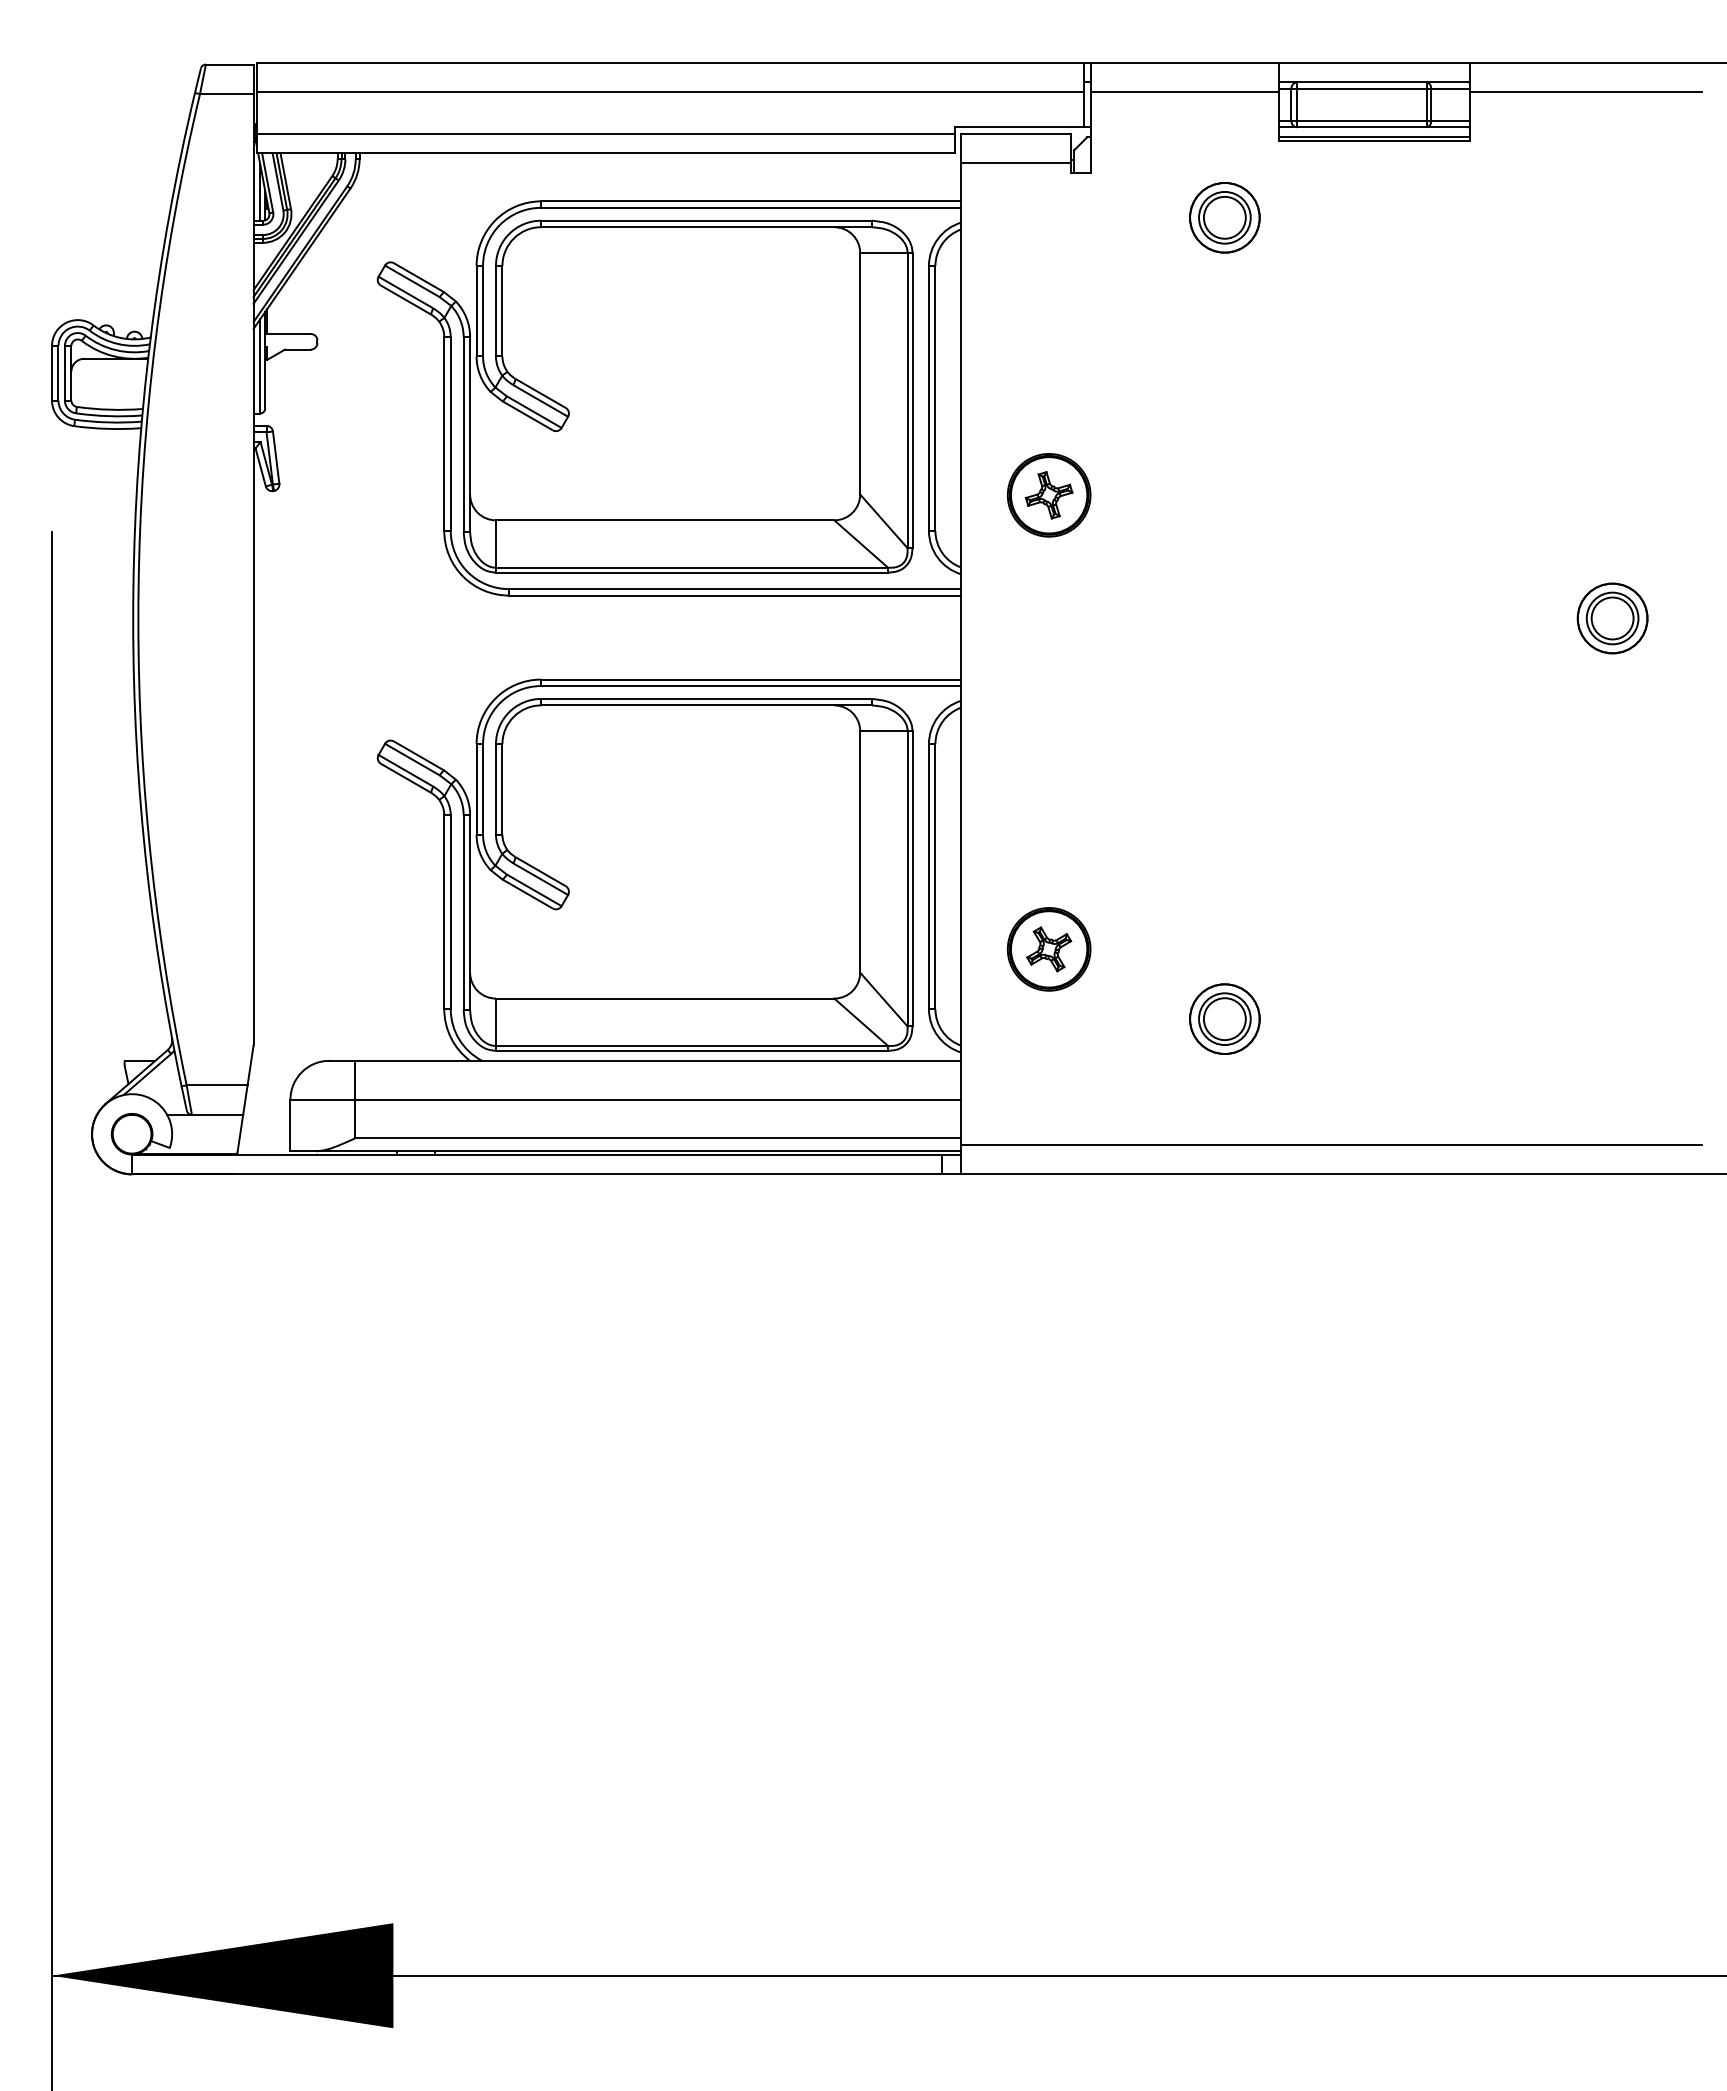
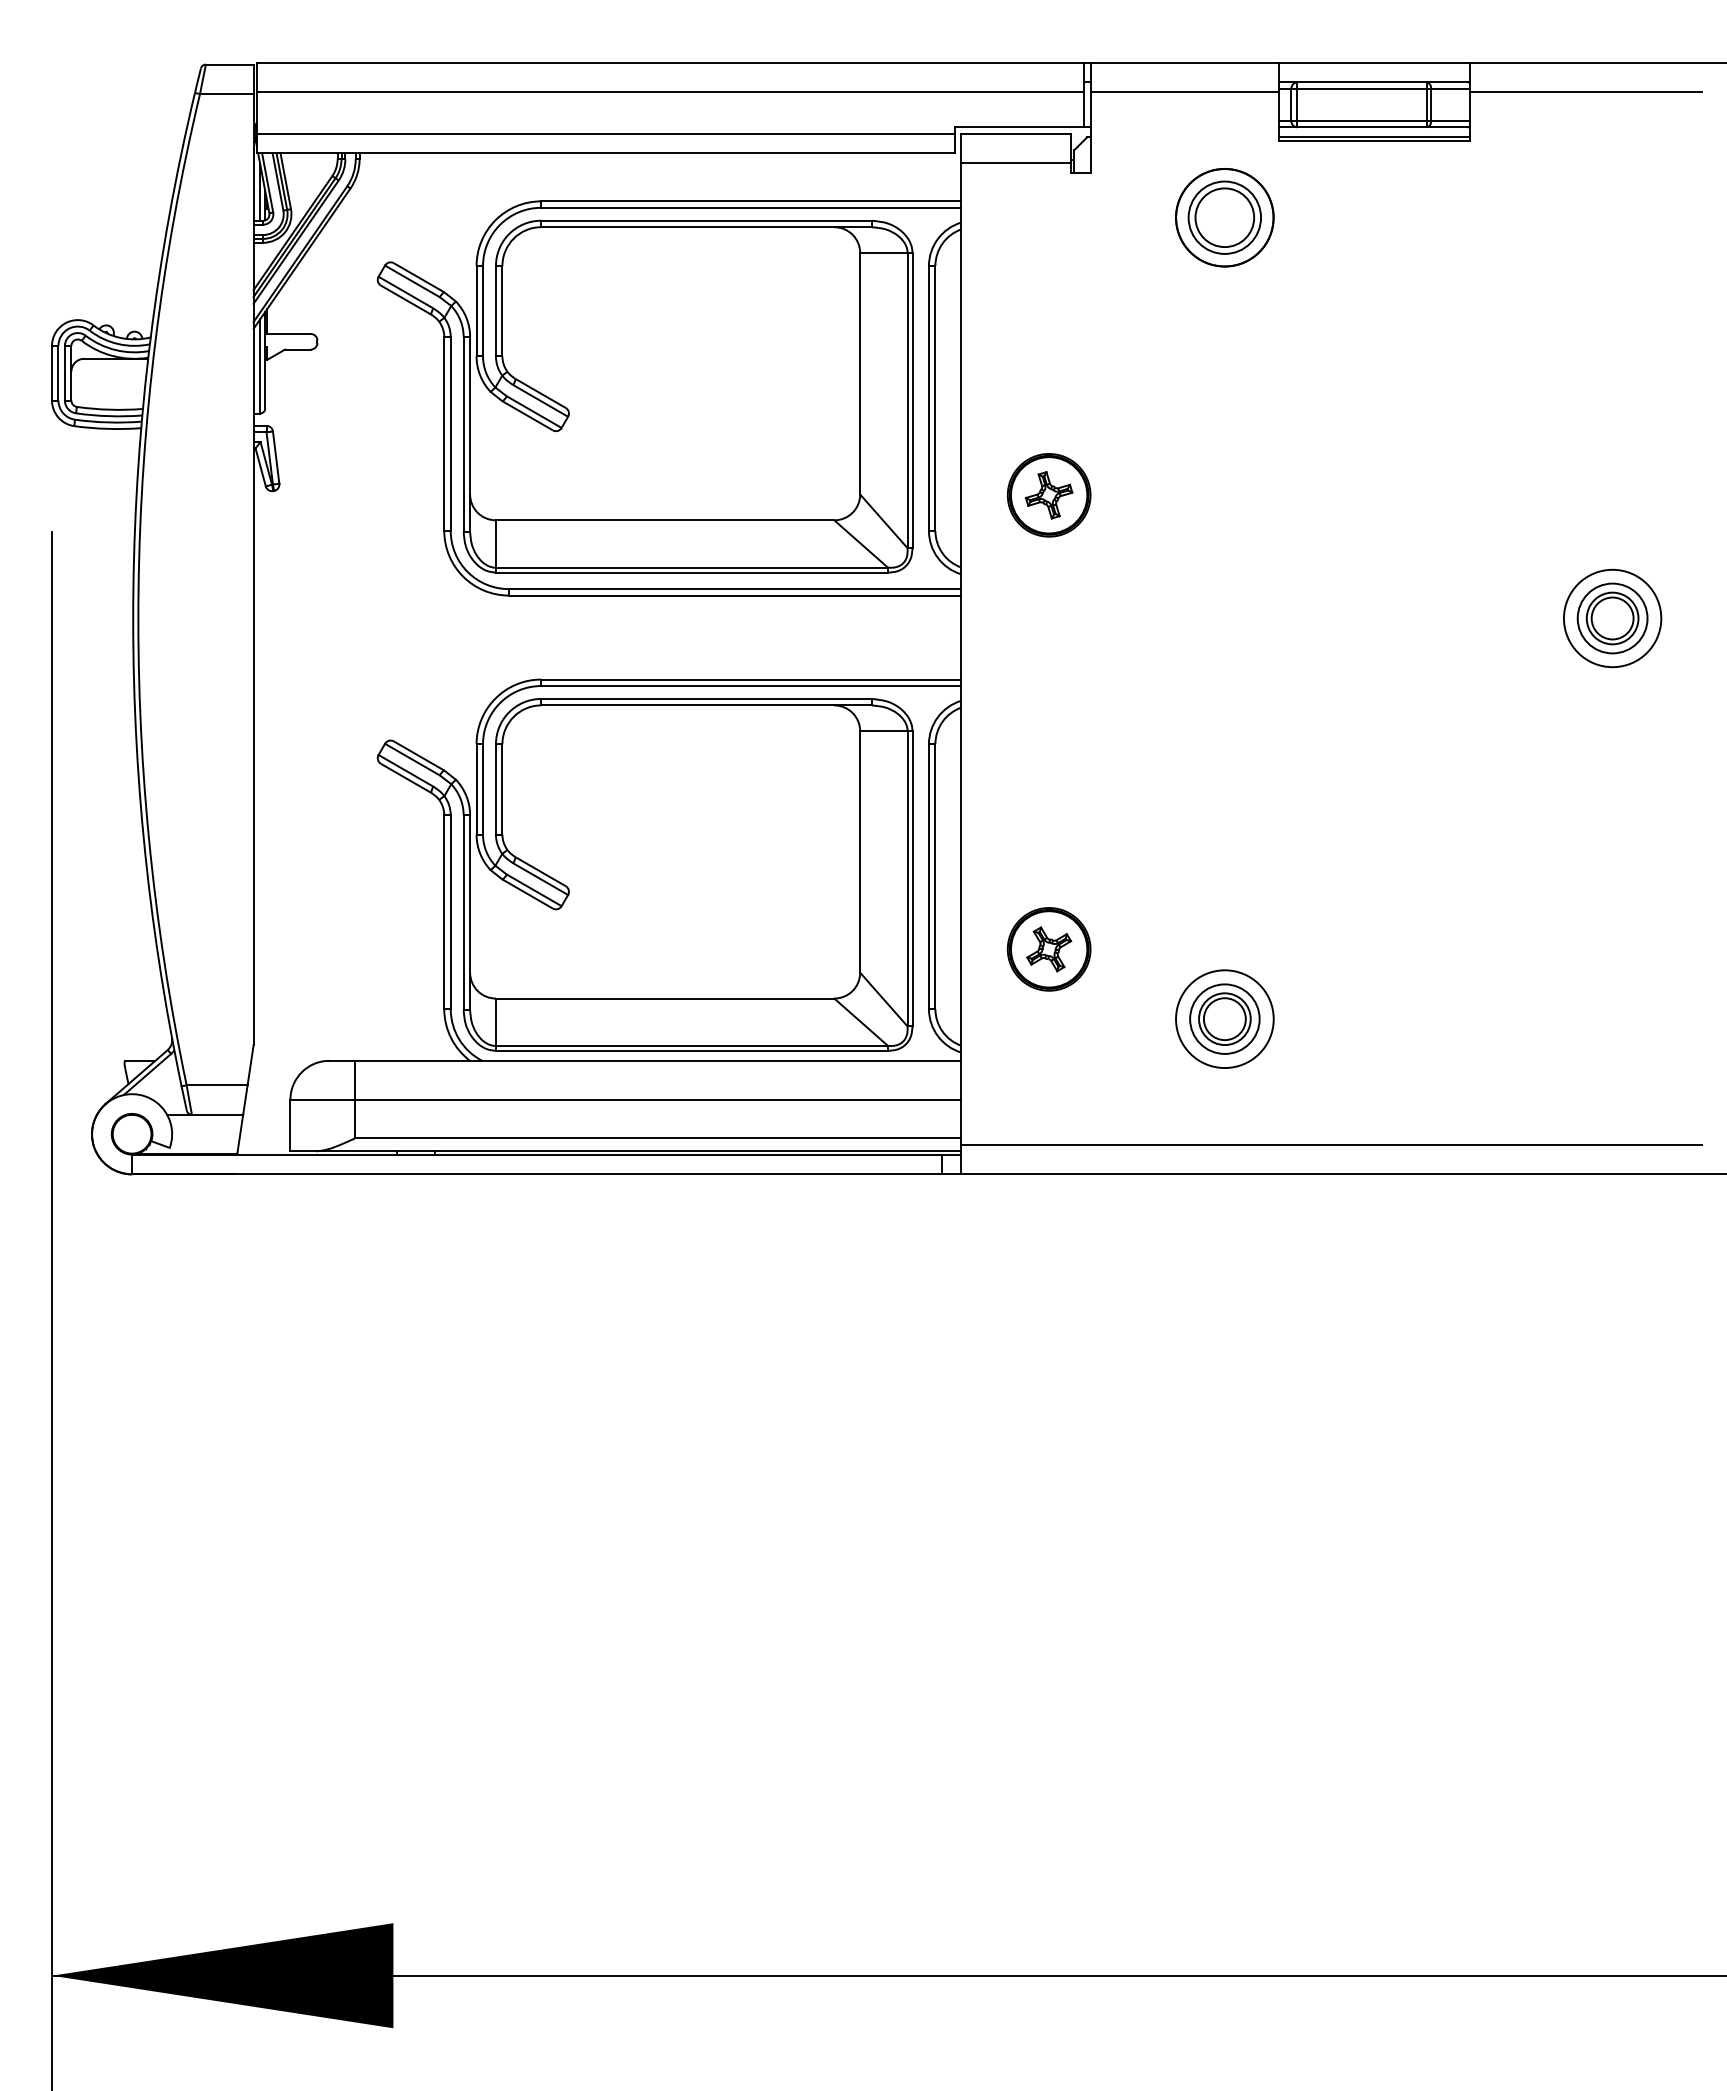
part at (1224, 217) size: 72x72 px -> 100x100 px
circle at (1612, 618) diameter: 70 px -> 97 px
circle at (1224, 1019) diameter: 70 px -> 98 px
